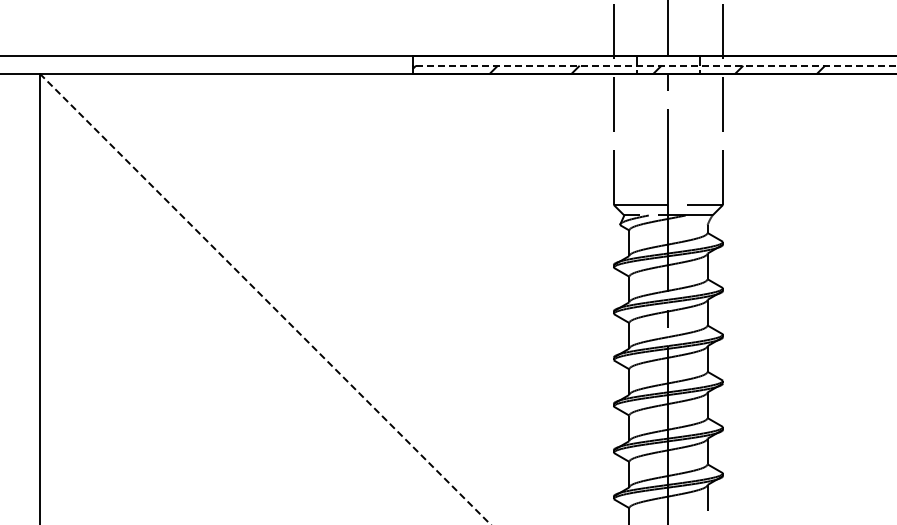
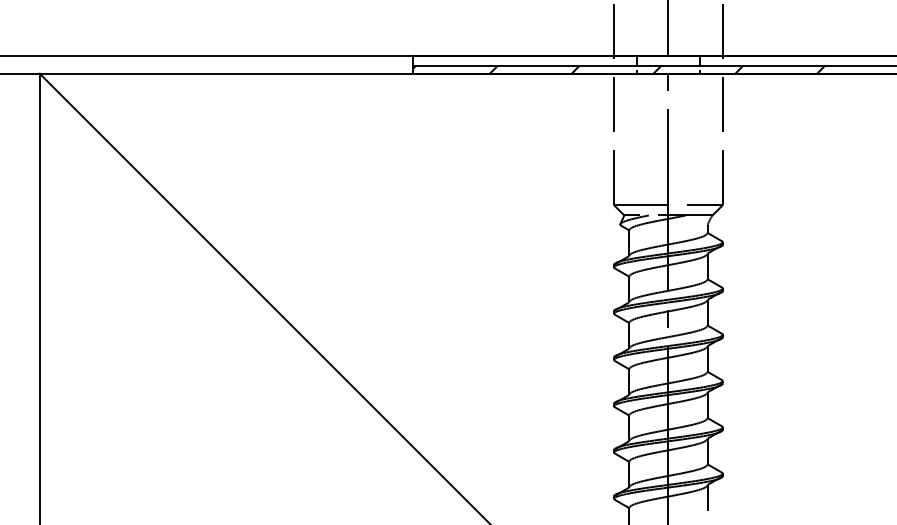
line at (654, 66): dashed -> solid
line at (265, 299): dashed -> solid
